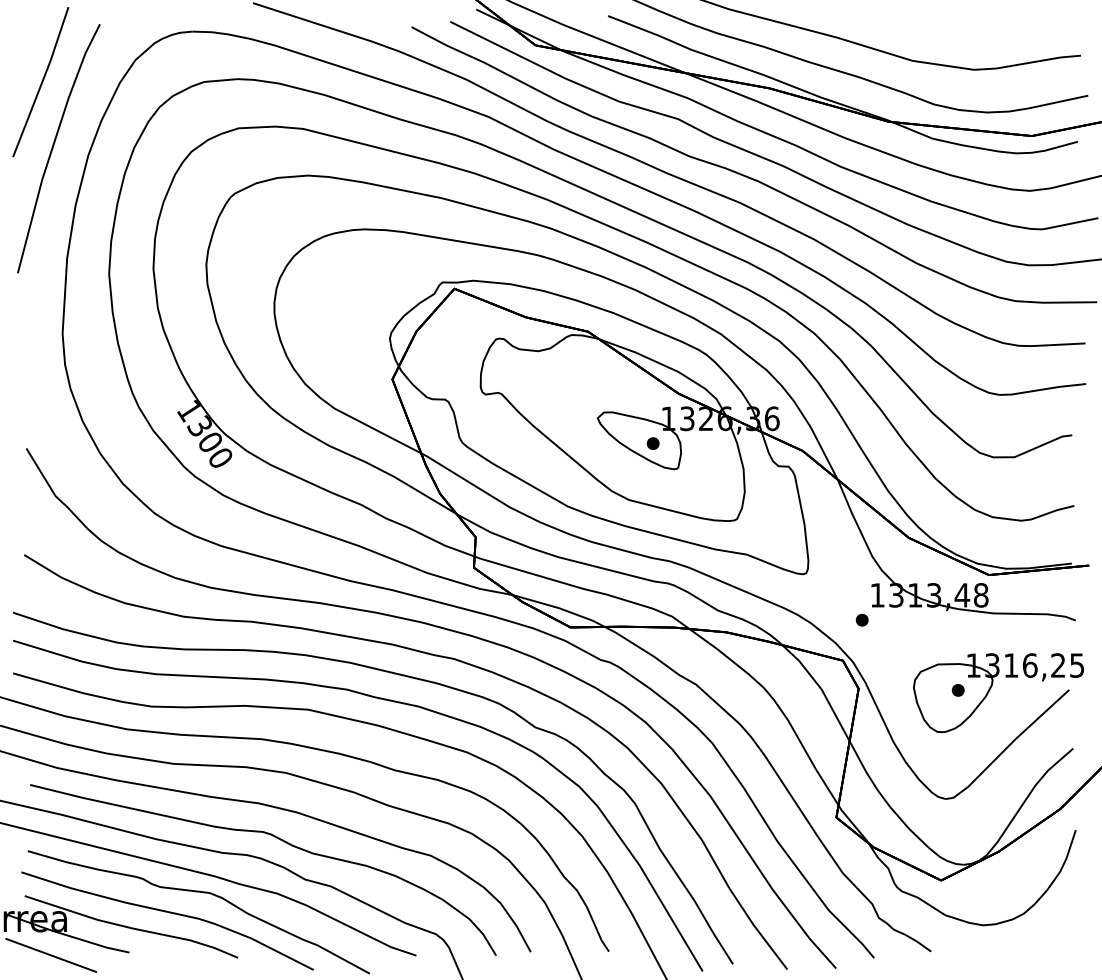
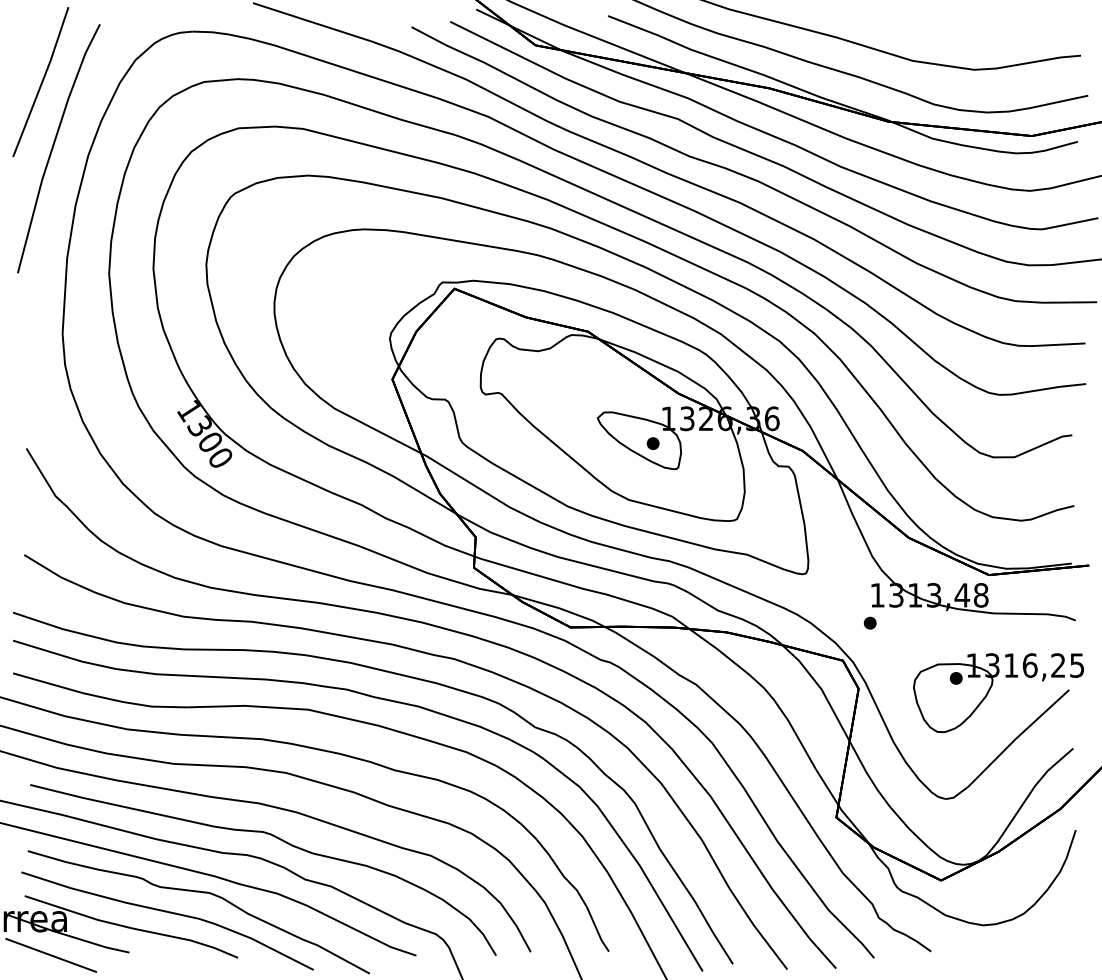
part at (861, 619) position: (861, 619) -> (869, 622)
part at (957, 690) position: (957, 690) -> (955, 678)
